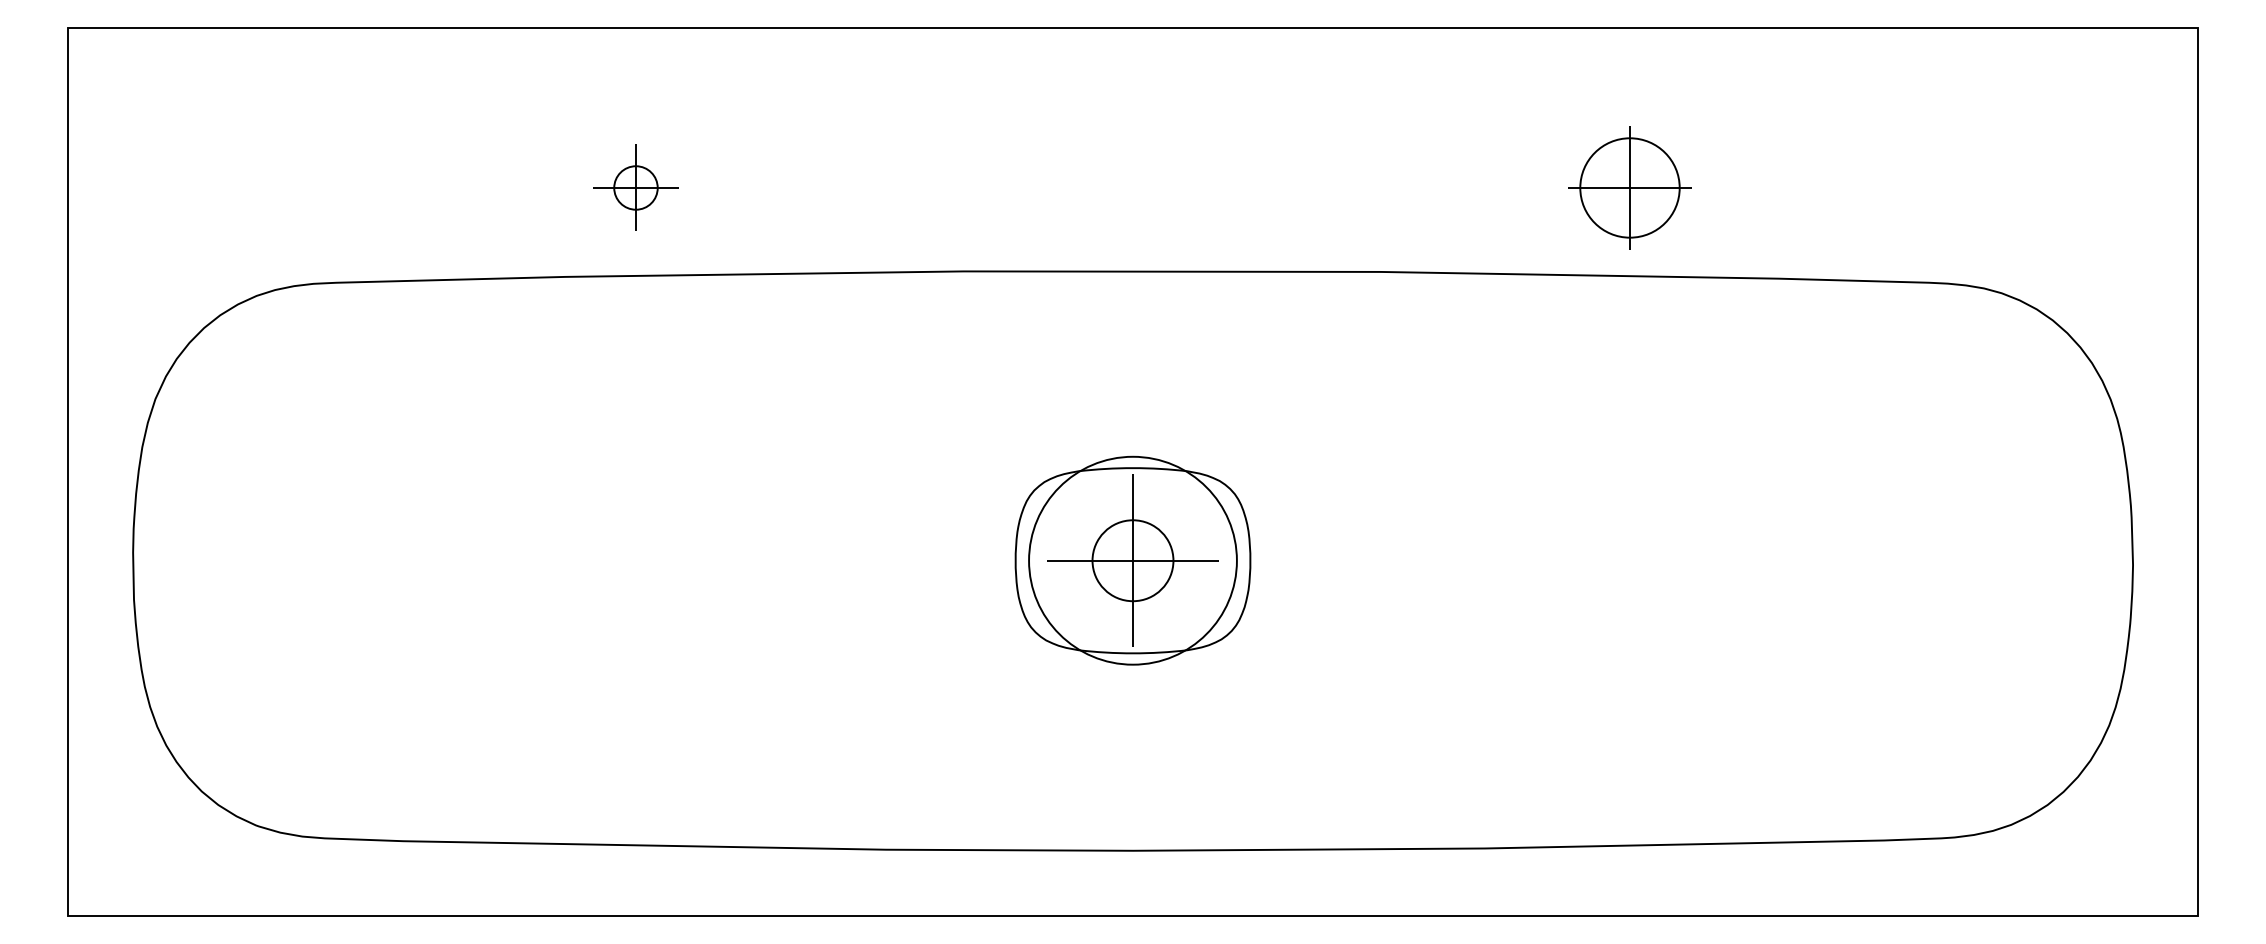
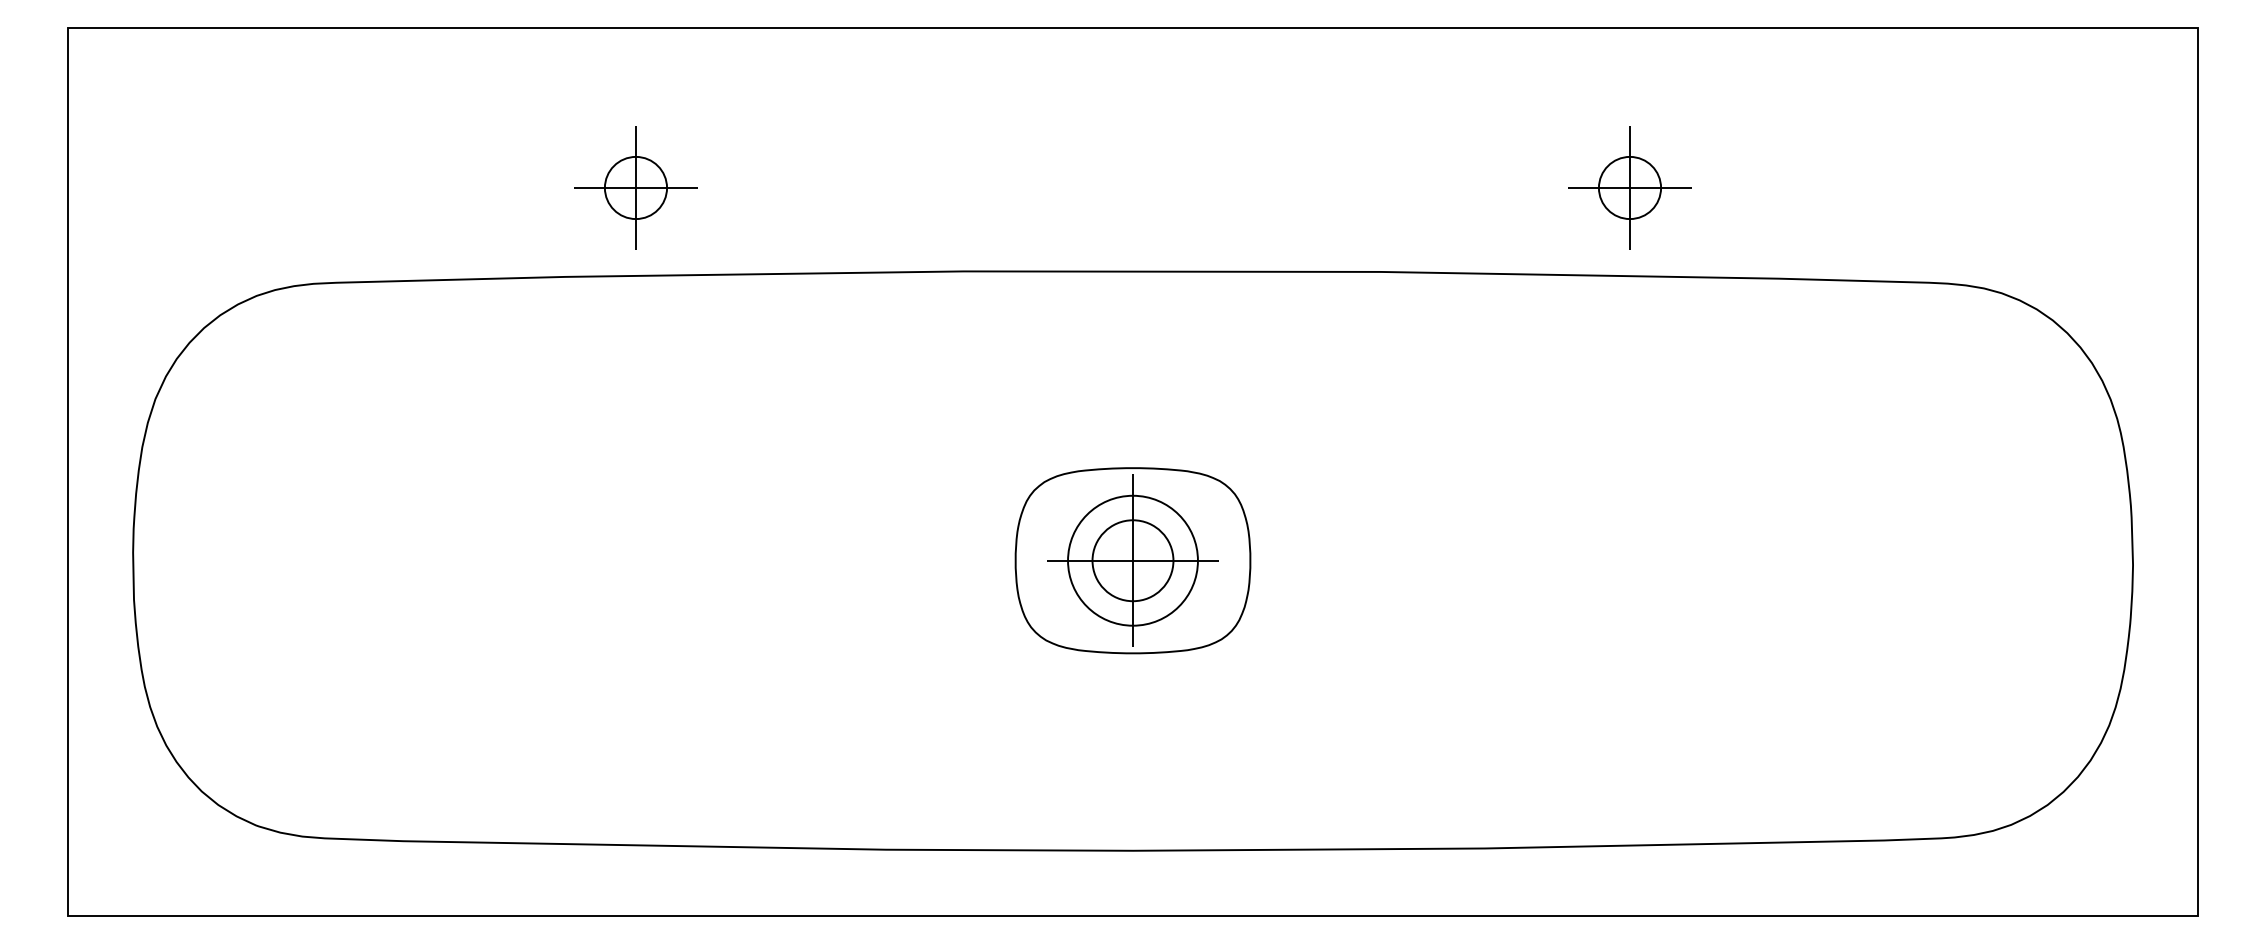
part at (635, 187) size: 86x87 px -> 124x124 px
circle at (1629, 187) diameter: 99 px -> 62 px
circle at (1132, 560) diameter: 208 px -> 130 px
